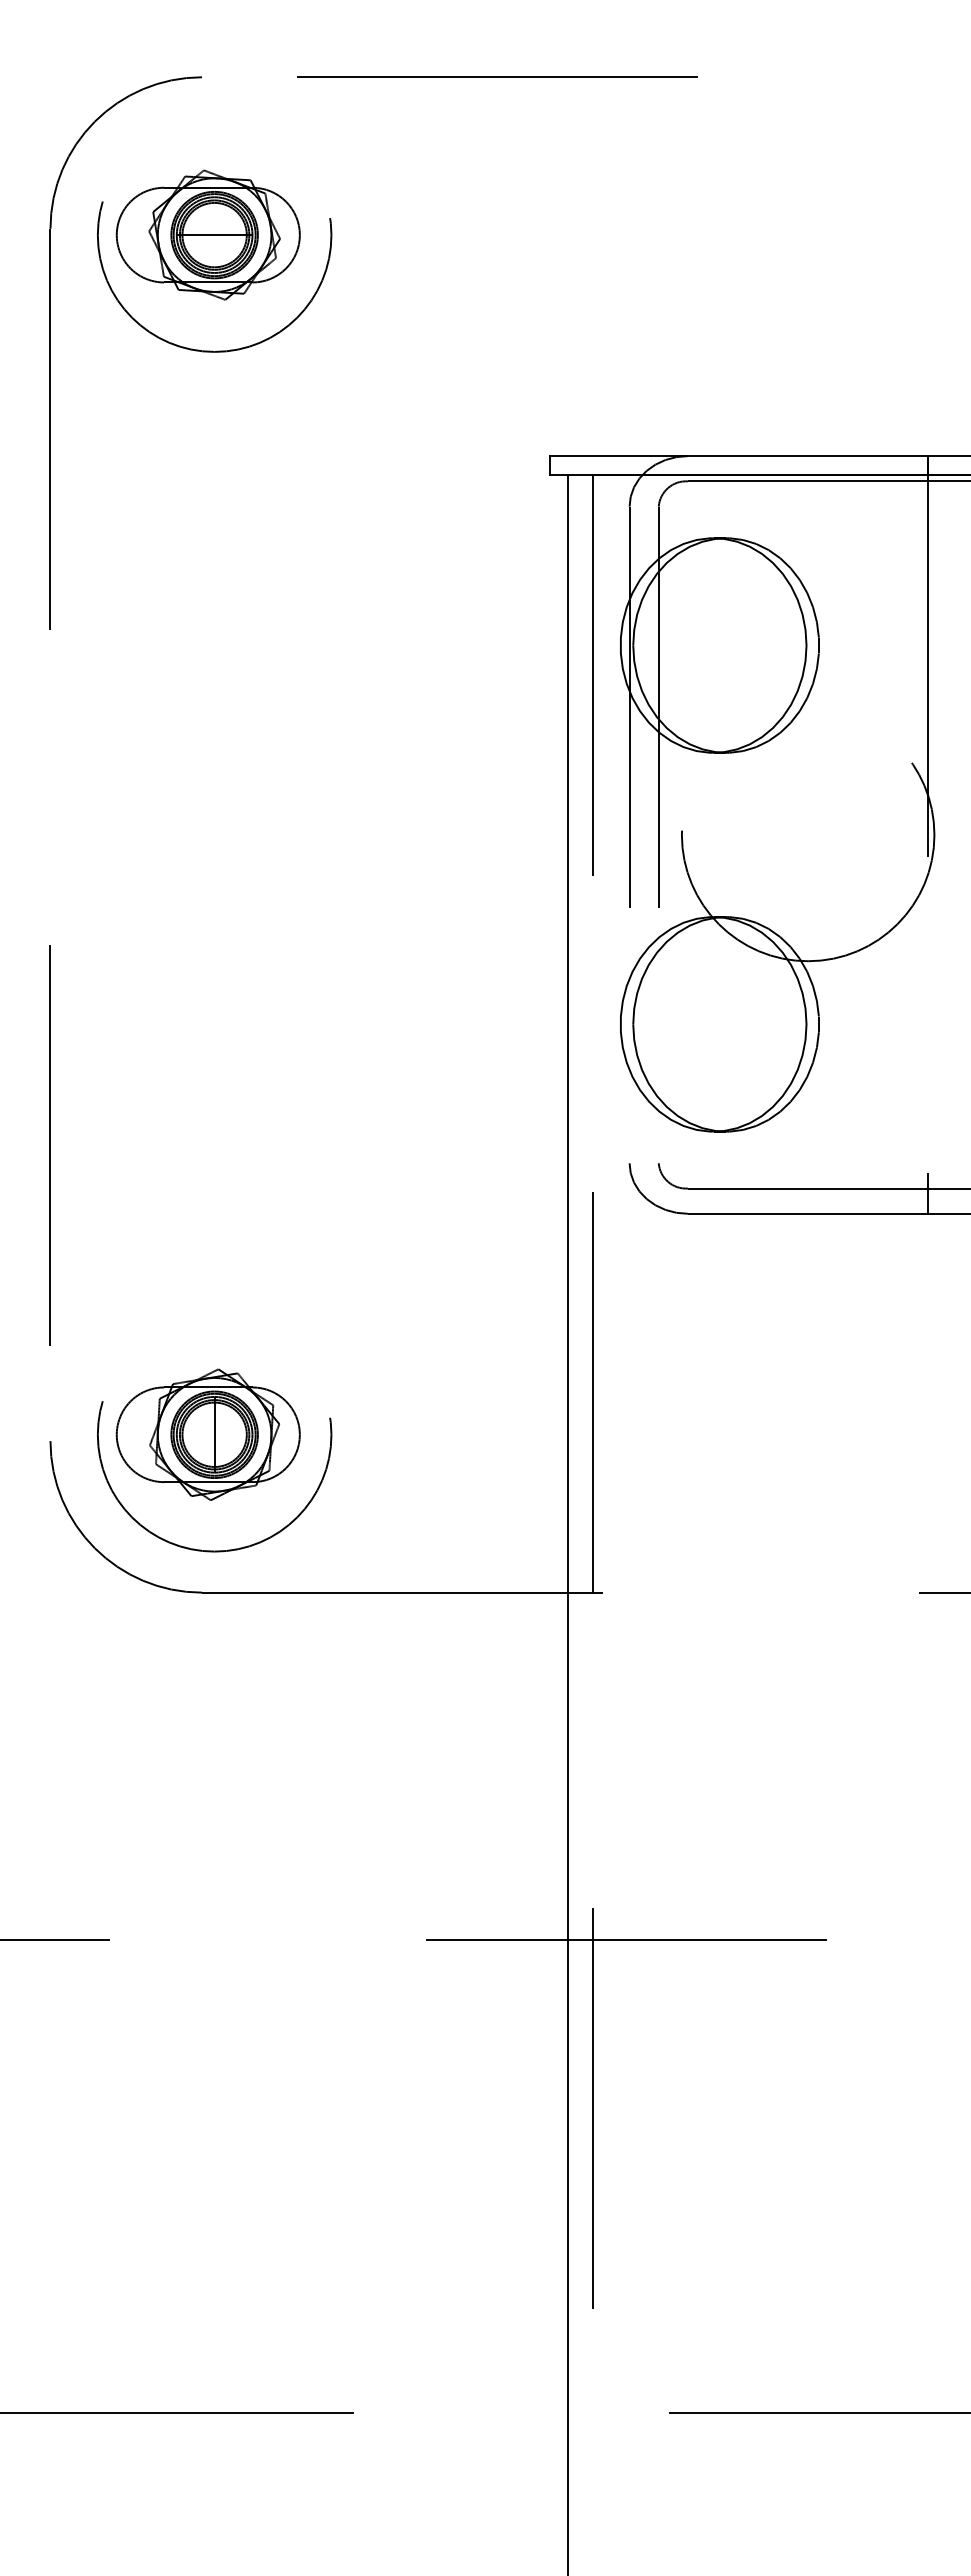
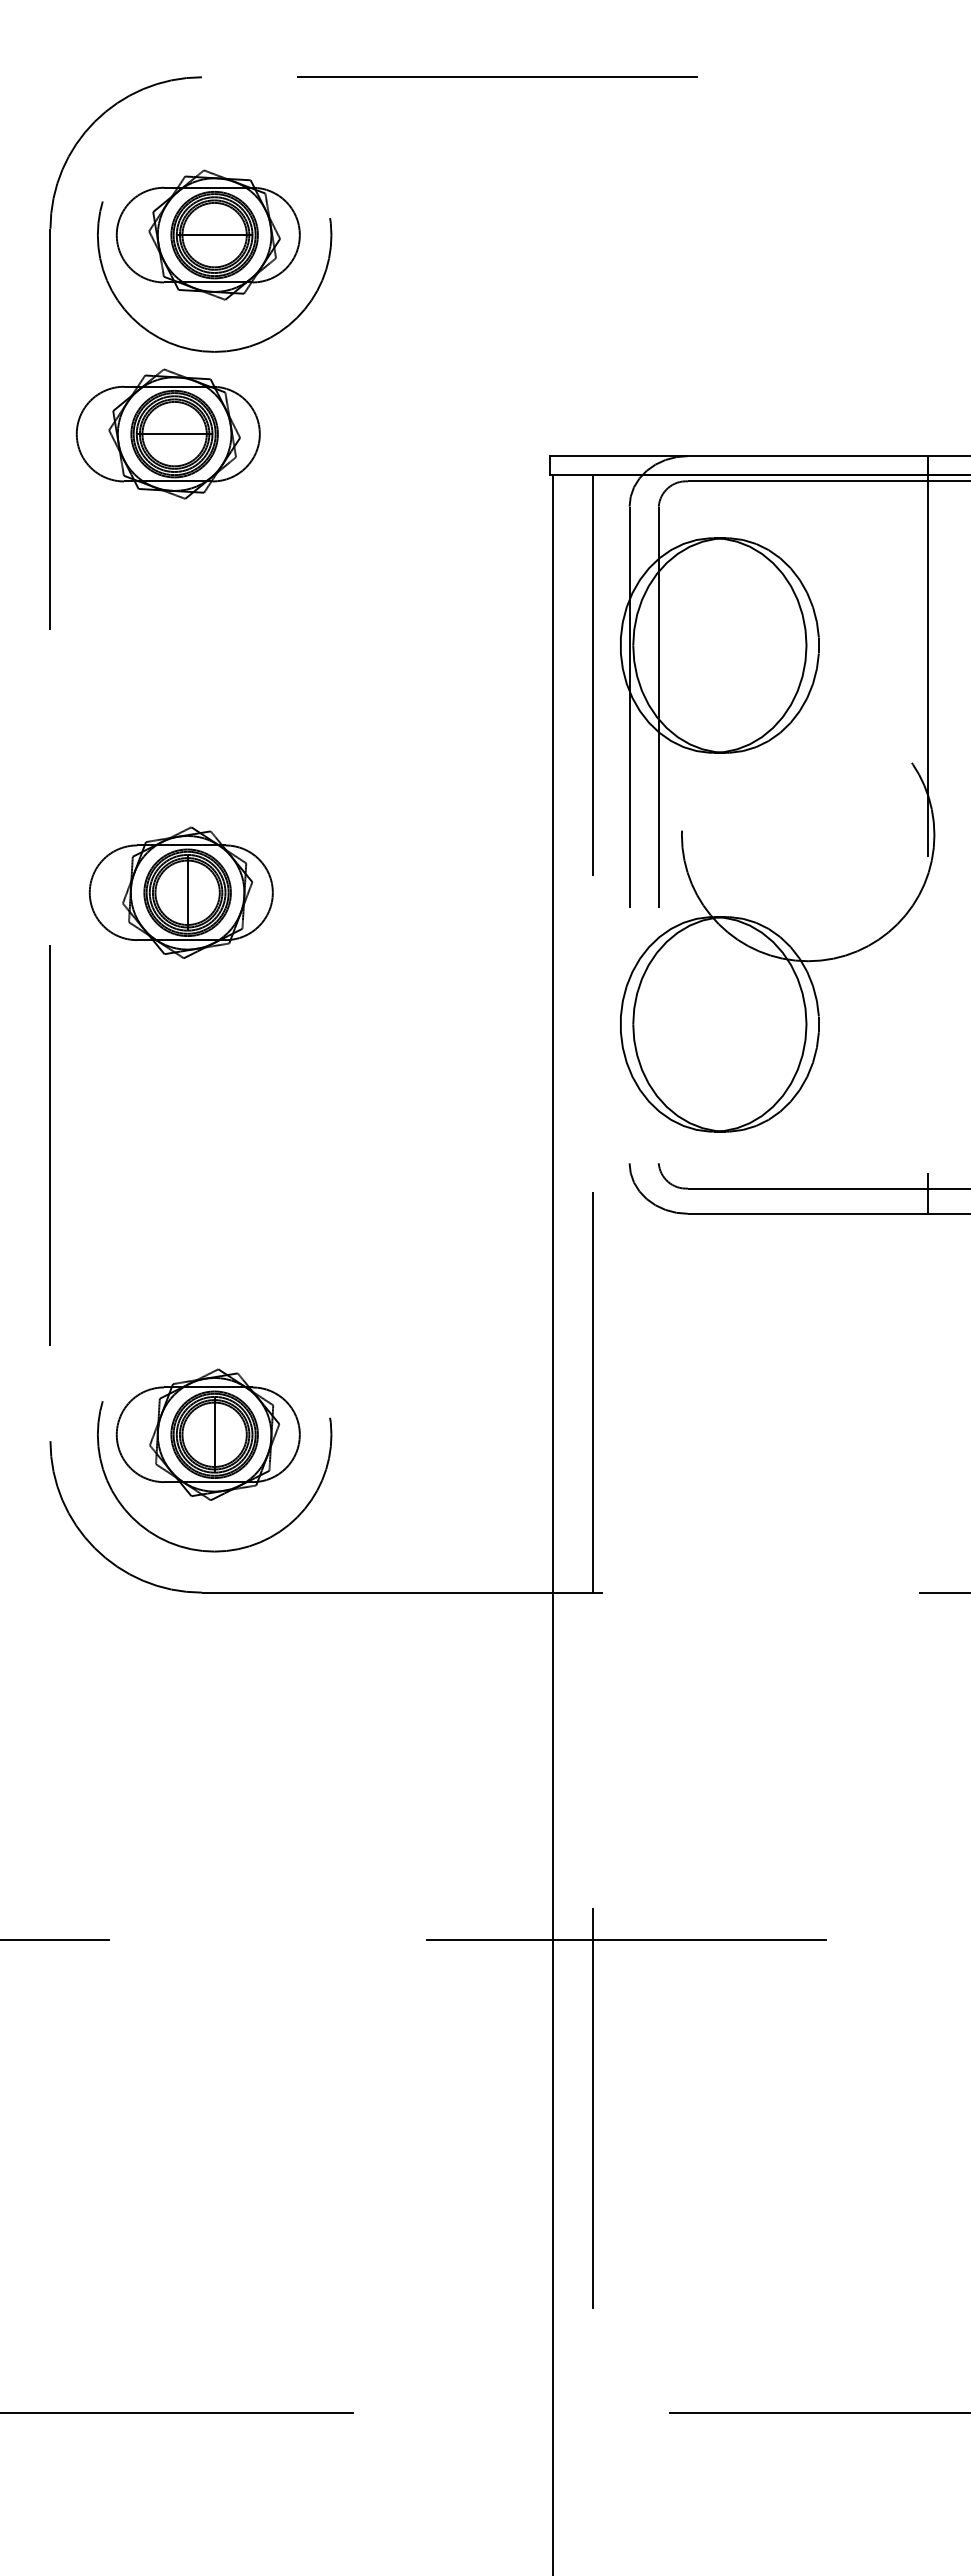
part at (167, 433): none -> present
part at (180, 892): none -> present
line at (568, 1523) position: (568, 1523) -> (553, 1523)
